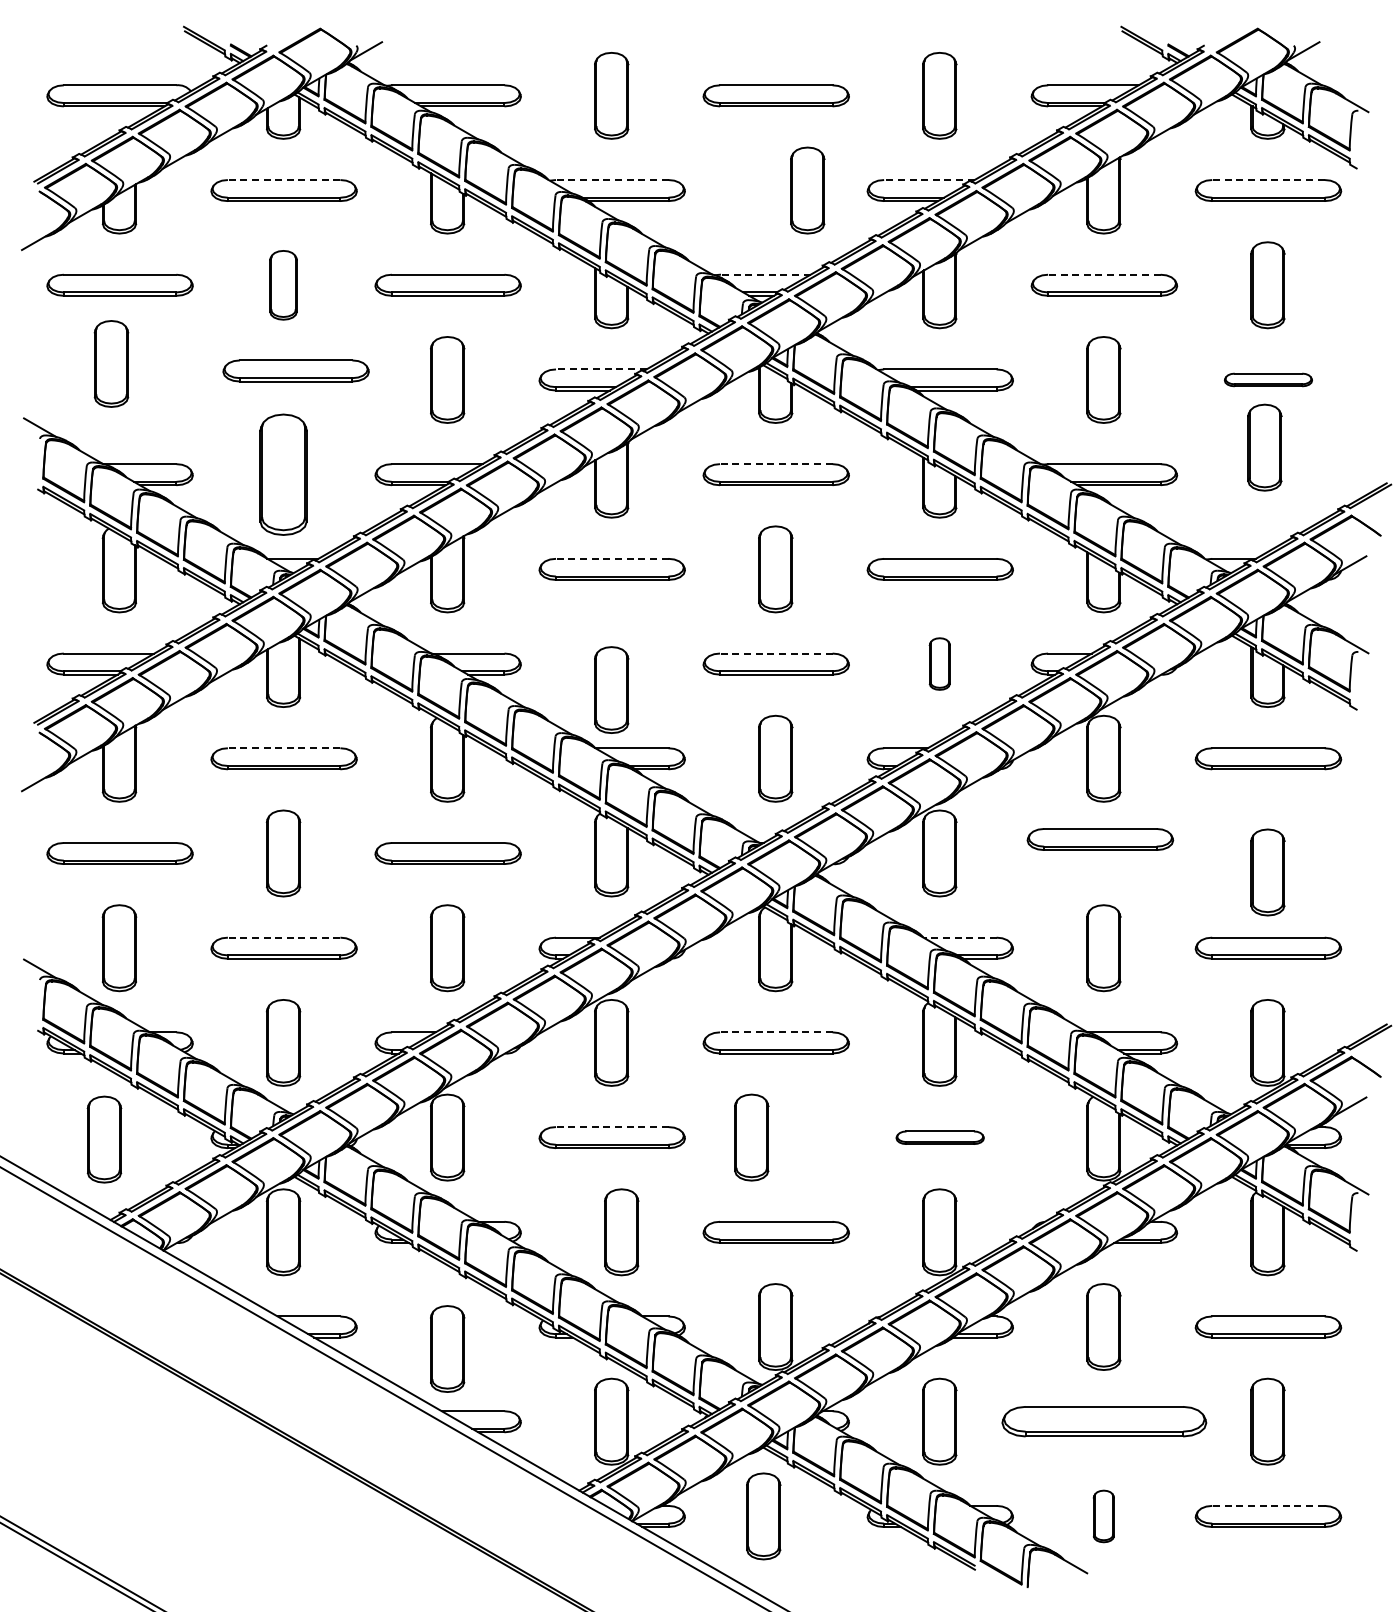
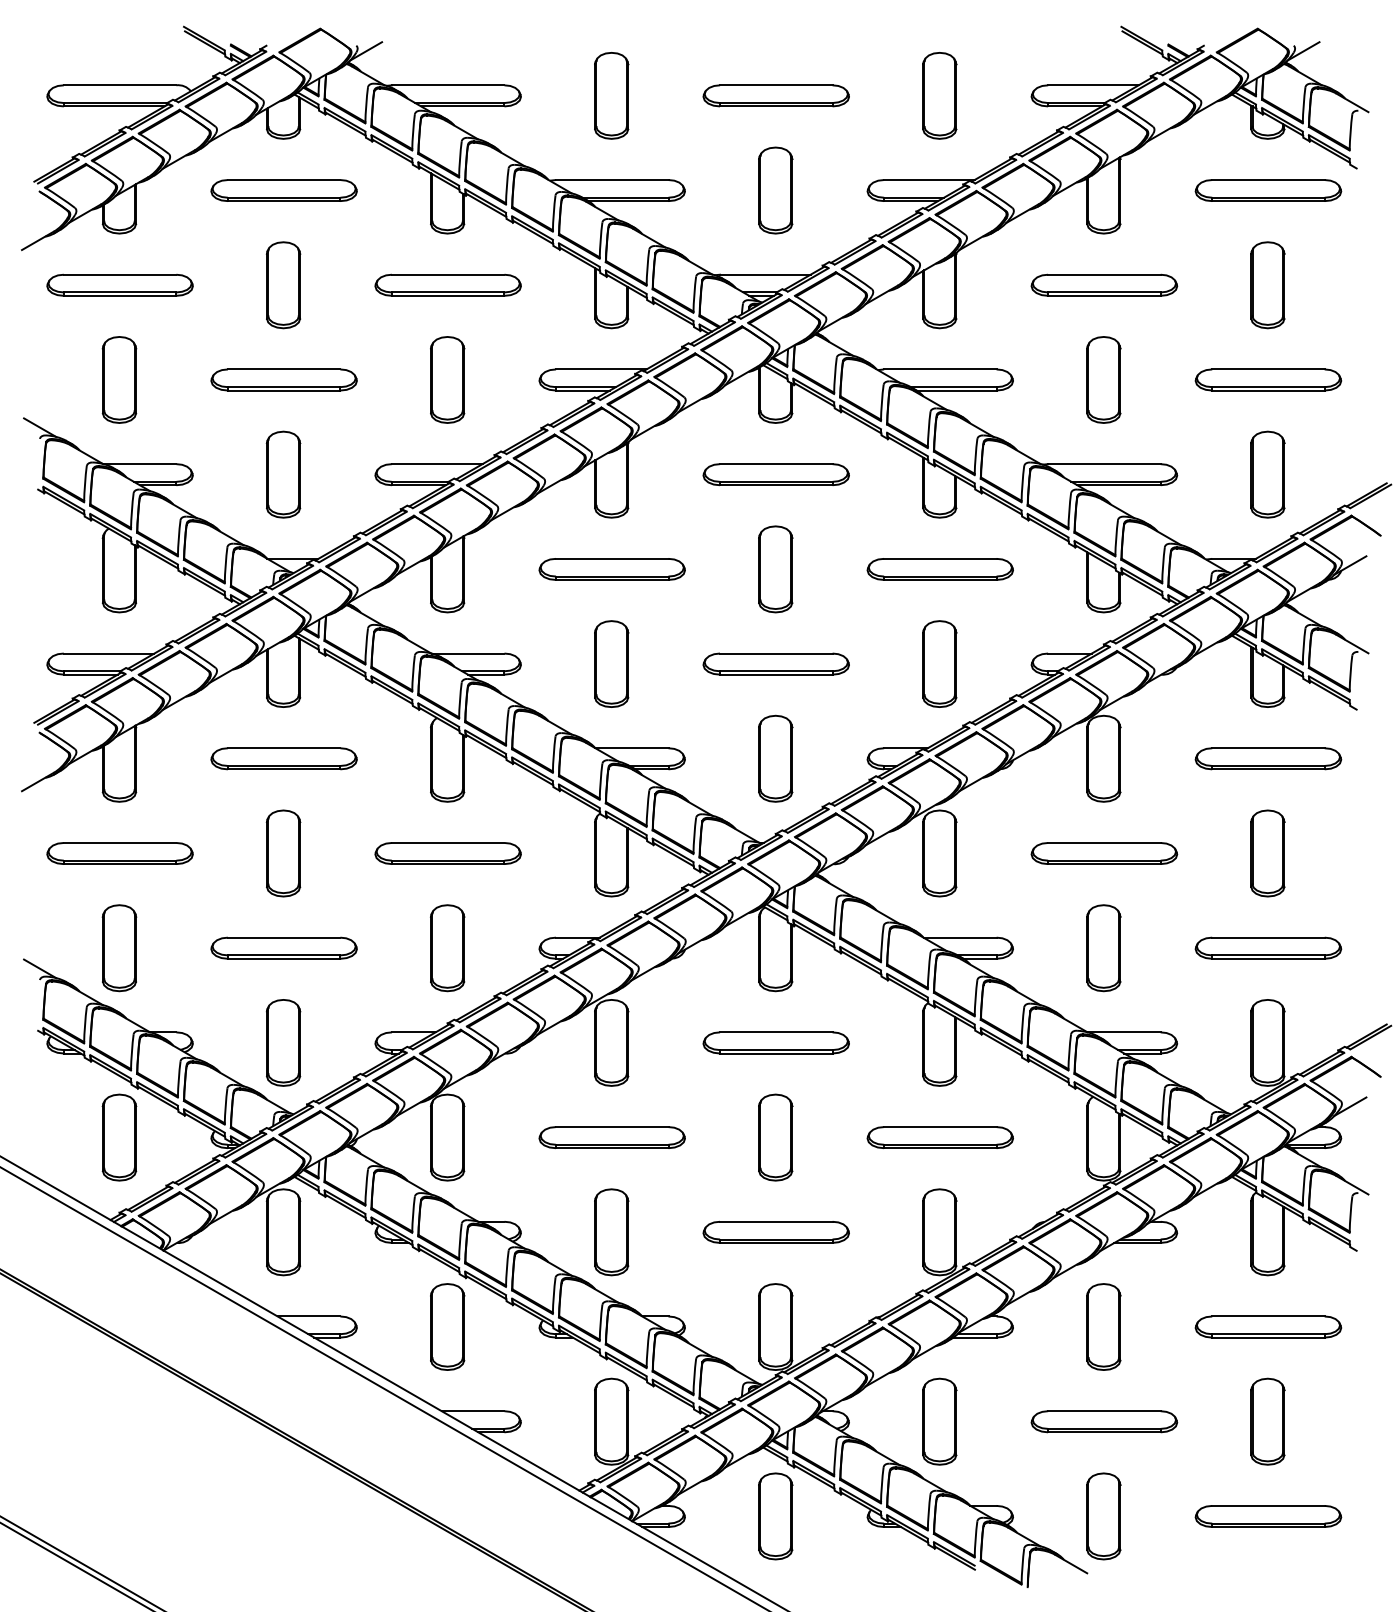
line at (283, 180): dashed -> solid
line at (611, 180): dashed -> solid
line at (928, 180): dashed -> solid
line at (1267, 180): dashed -> solid
part at (807, 190) position: (807, 190) -> (775, 190)
line at (764, 274): dashed -> solid
line at (1103, 274): dashed -> solid
part at (283, 285) size: 29x71 px -> 37x89 px
part at (111, 363) position: (111, 363) -> (119, 379)
line at (600, 369): dashed -> solid
part at (295, 370) position: (295, 370) -> (283, 379)
part at (1267, 379) size: 90x16 px -> 149x24 px
part at (1264, 447) position: (1264, 447) -> (1267, 474)
line at (775, 464): dashed -> solid
part at (283, 474) size: 49x123 px -> 37x89 px
line at (611, 558): dashed -> solid
line at (775, 653): dashed -> solid
part at (939, 663) size: 23x54 px -> 36x88 px
part at (611, 689) position: (611, 689) -> (611, 663)
line at (283, 748): dashed -> solid
part at (1100, 839) position: (1100, 839) -> (1104, 853)
part at (1267, 872) position: (1267, 872) -> (1267, 853)
line at (283, 937): dashed -> solid
line at (960, 937): dashed -> solid
line at (775, 1032): dashed -> solid
line at (611, 1127): dashed -> solid
part at (751, 1137) position: (751, 1137) -> (775, 1137)
part at (939, 1137) size: 90x15 px -> 148x24 px
part at (104, 1139) position: (104, 1139) -> (119, 1137)
part at (621, 1232) position: (621, 1232) -> (611, 1232)
part at (447, 1348) position: (447, 1348) -> (447, 1326)
part at (1104, 1421) size: 207x32 px -> 149x24 px
line at (1267, 1505): dashed -> solid
part at (763, 1516) position: (763, 1516) -> (775, 1516)
part at (1103, 1516) size: 23x55 px -> 36x89 px
